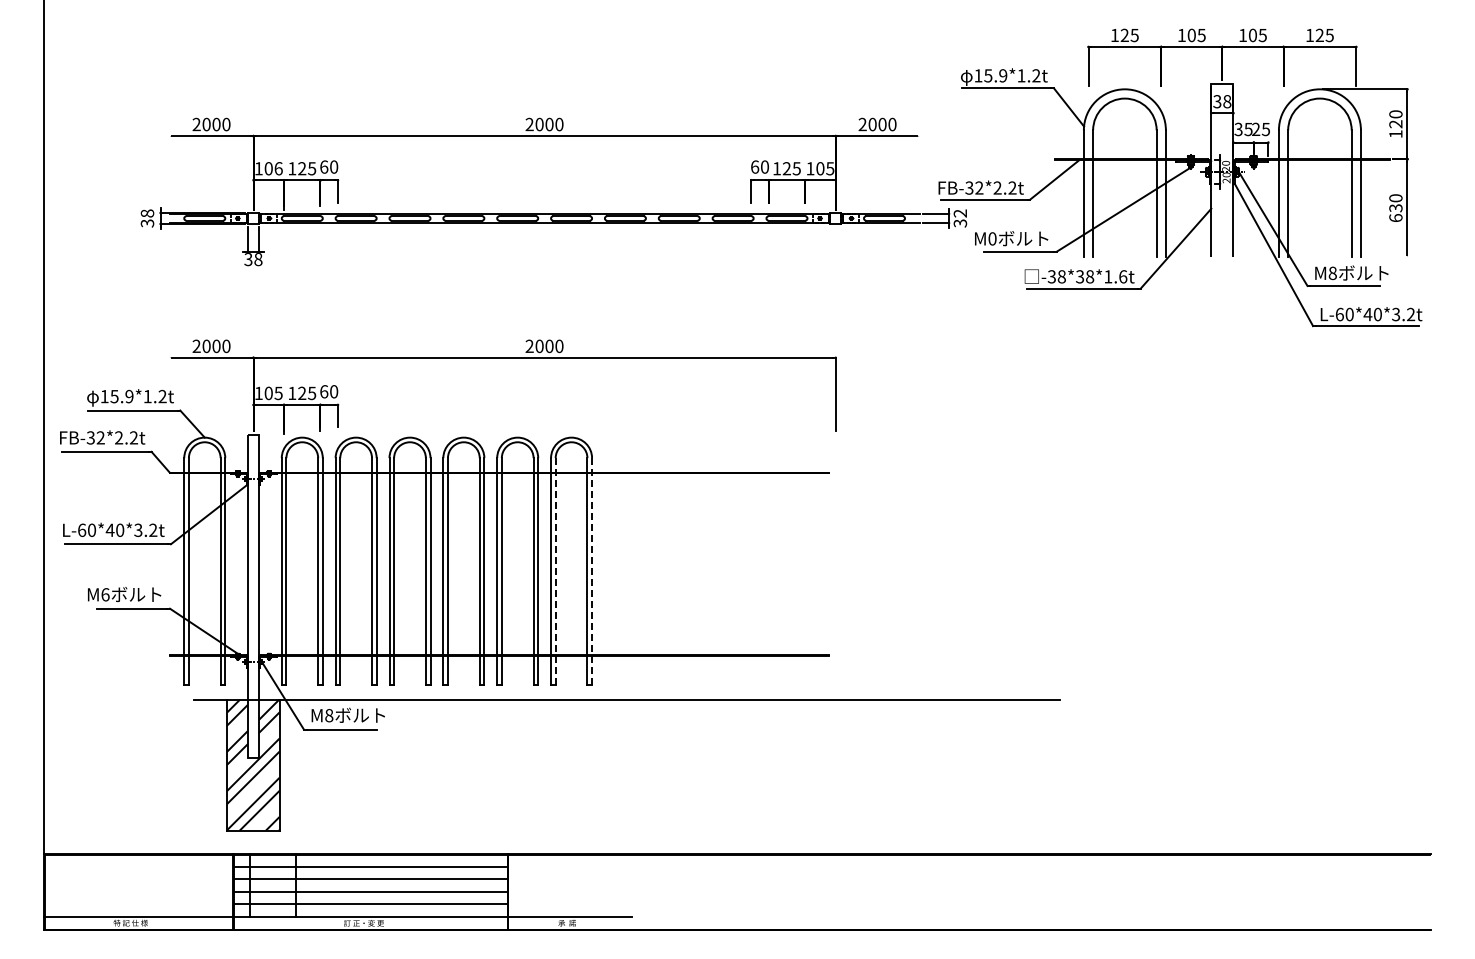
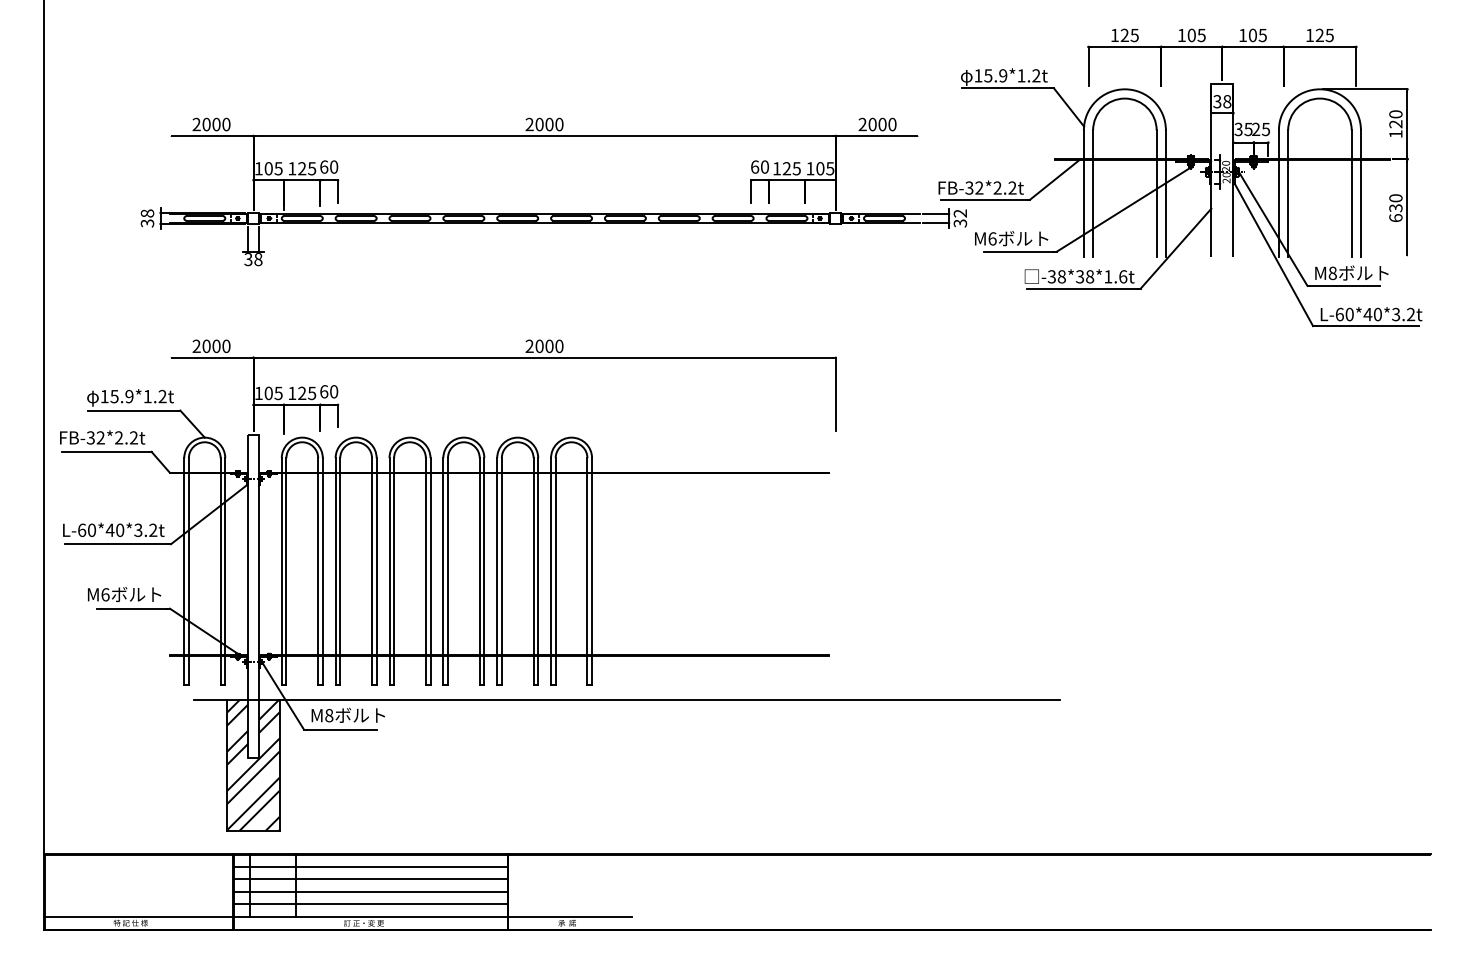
text at (278, 168): 106 -> 105
text at (992, 238): M0 -> M6
line at (555, 571): dashed -> solid
line at (592, 571): dashed -> solid
